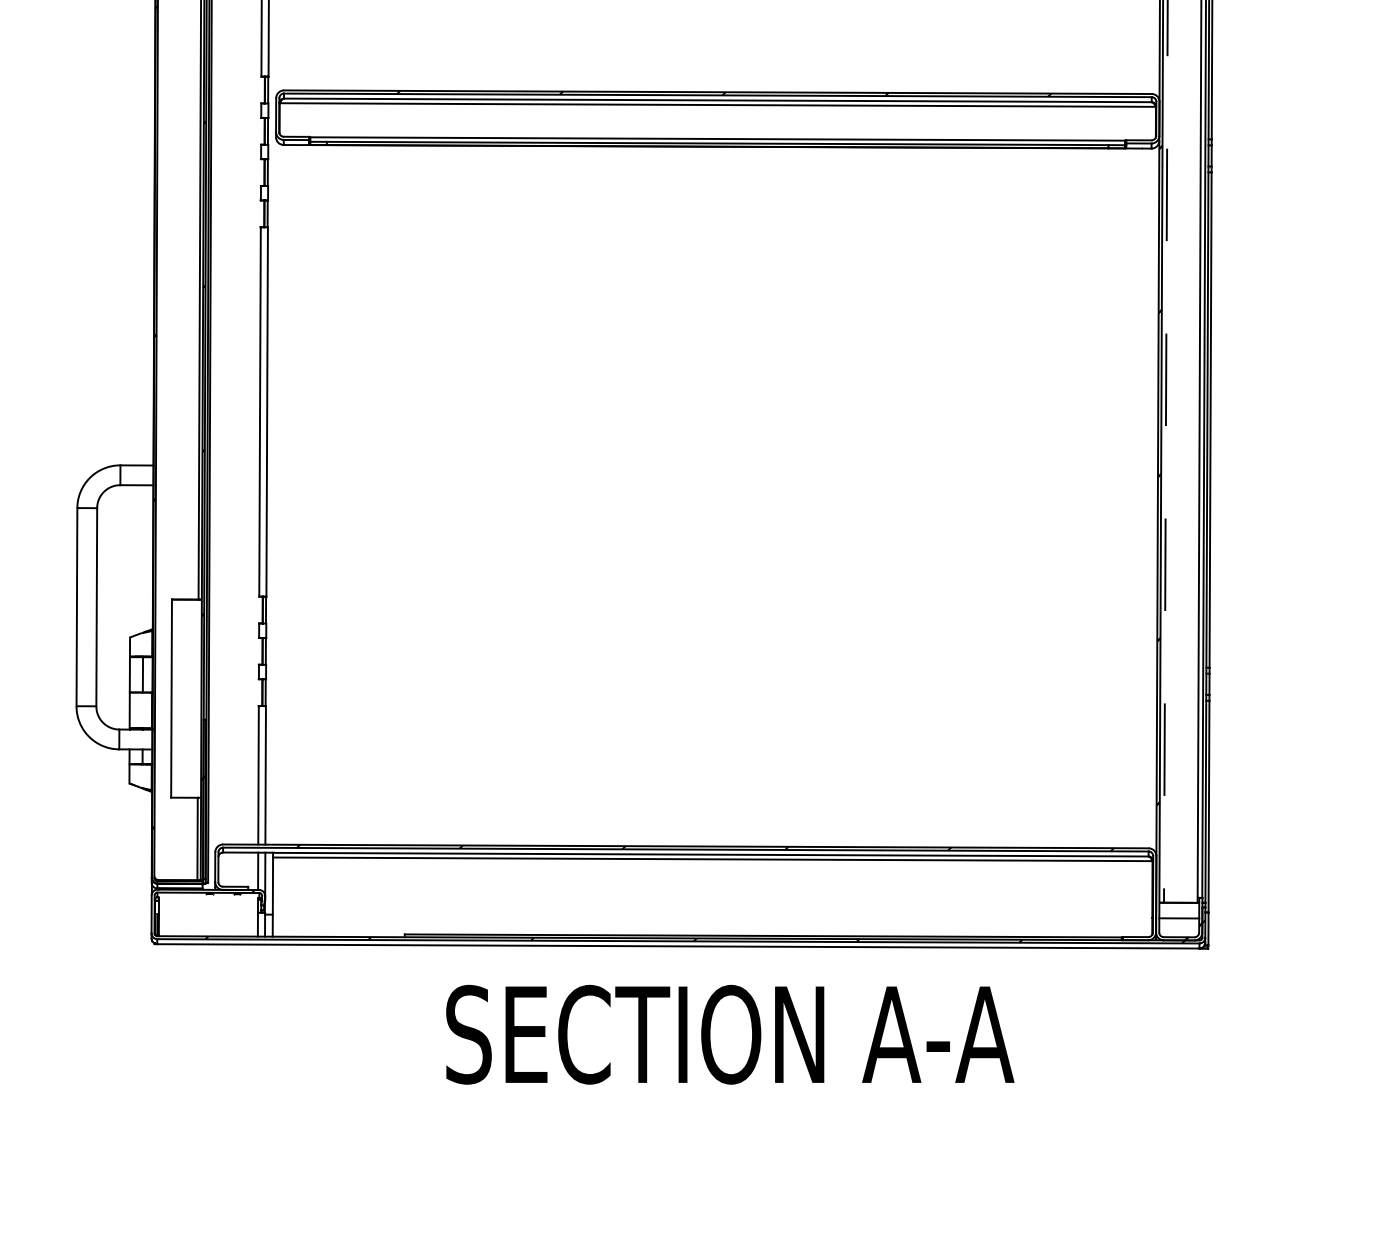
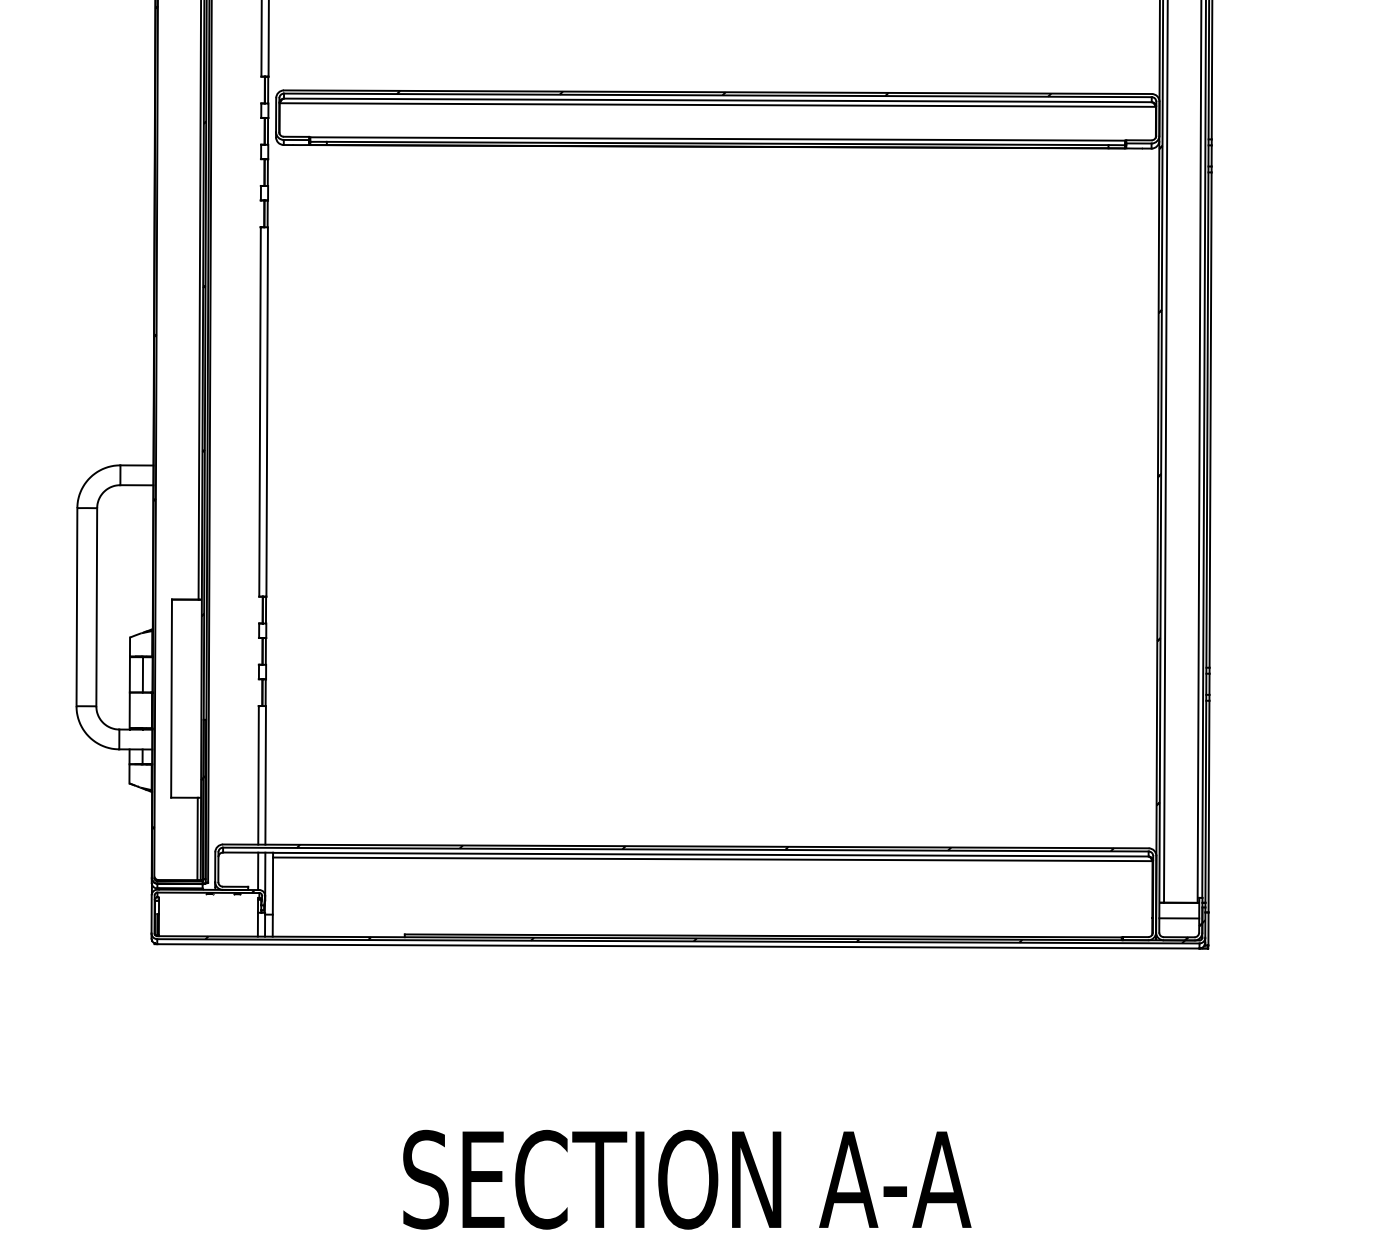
line at (1165, 451): dashed -> solid
text at (730, 1034) position: (730, 1034) -> (687, 1179)
